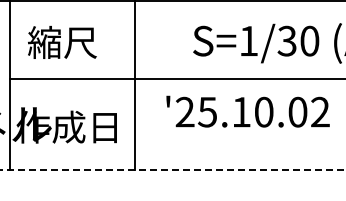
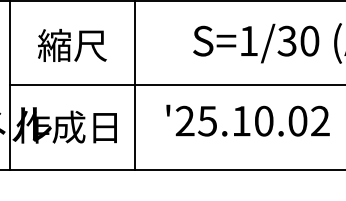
text at (62, 42) position: (62, 42) -> (72, 45)
line at (176, 79) position: (176, 79) -> (176, 85)
text at (247, 111) position: (247, 111) -> (247, 120)
line at (173, 170): dashed -> solid
